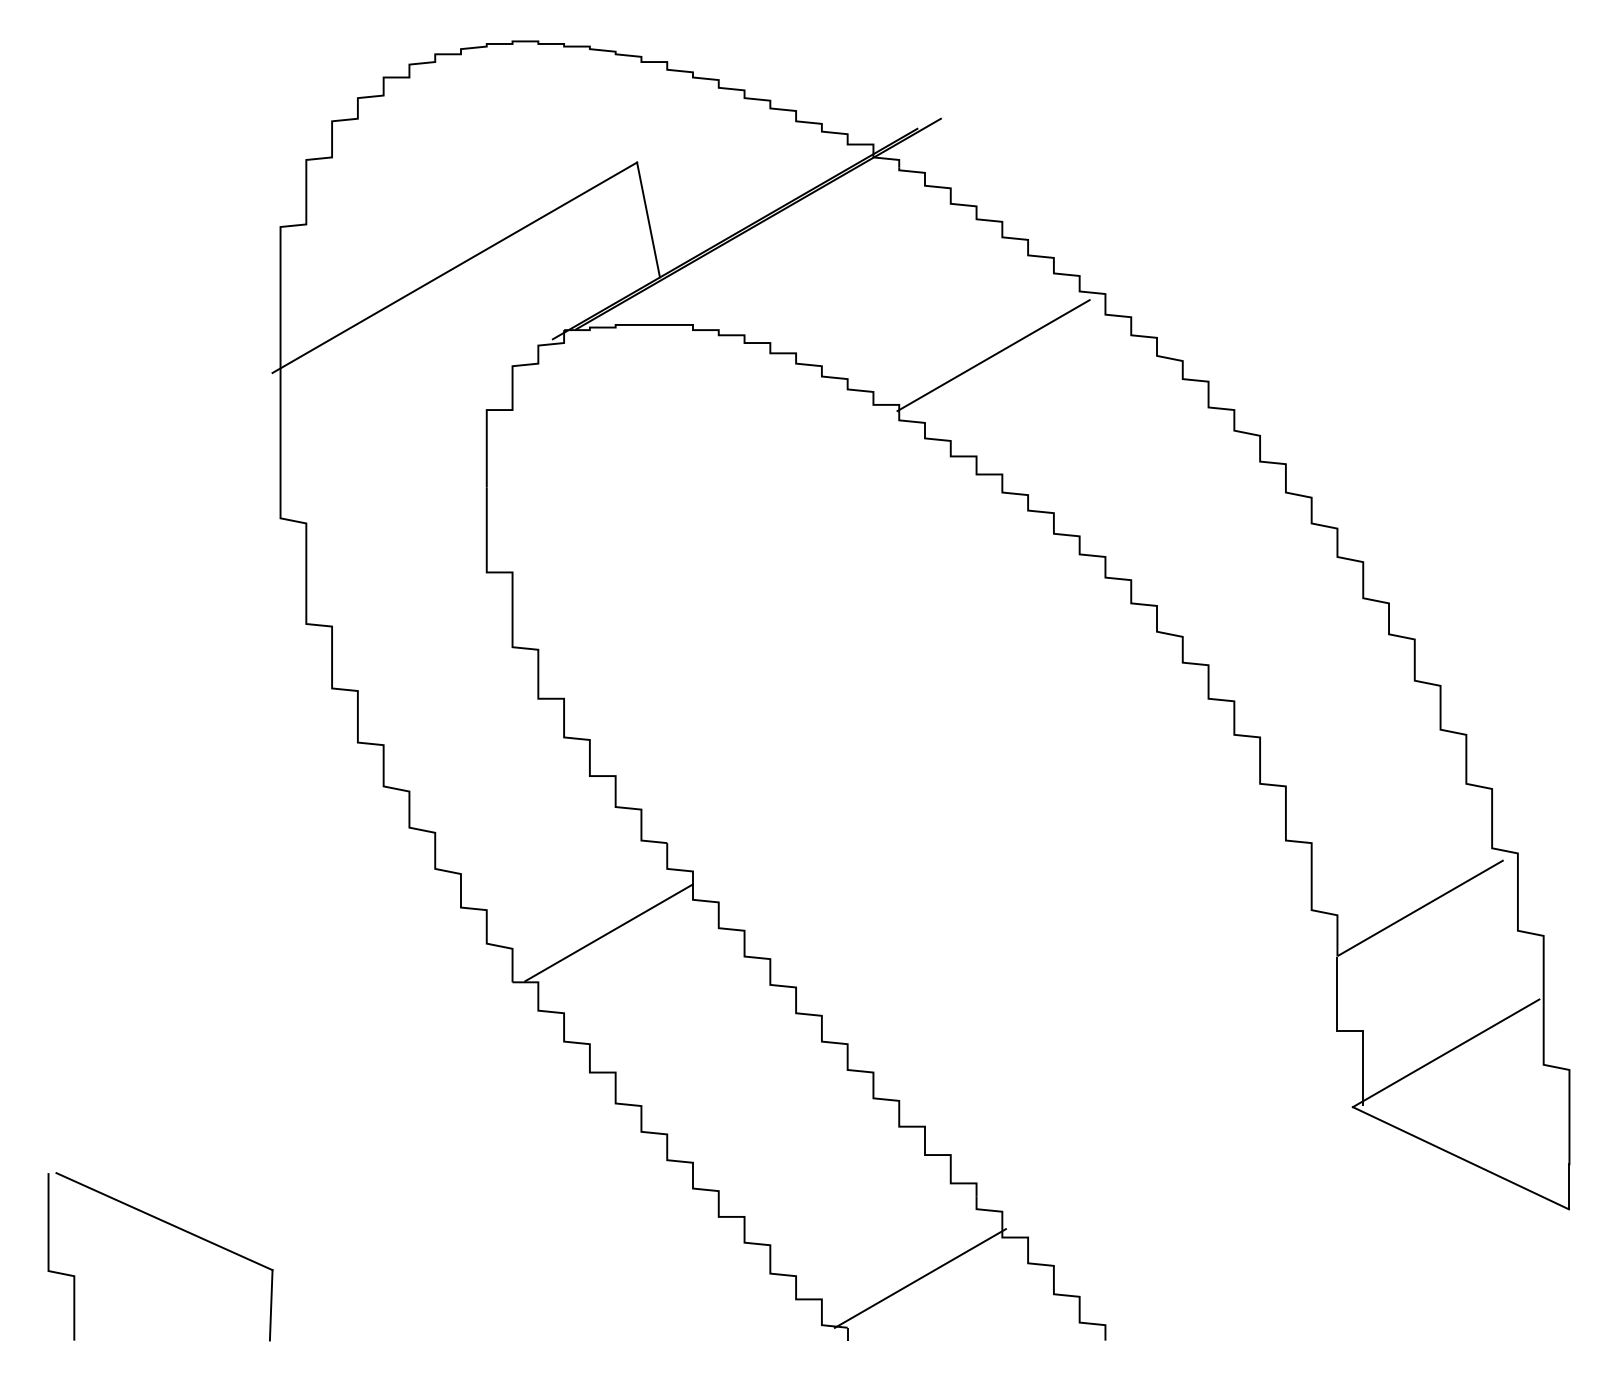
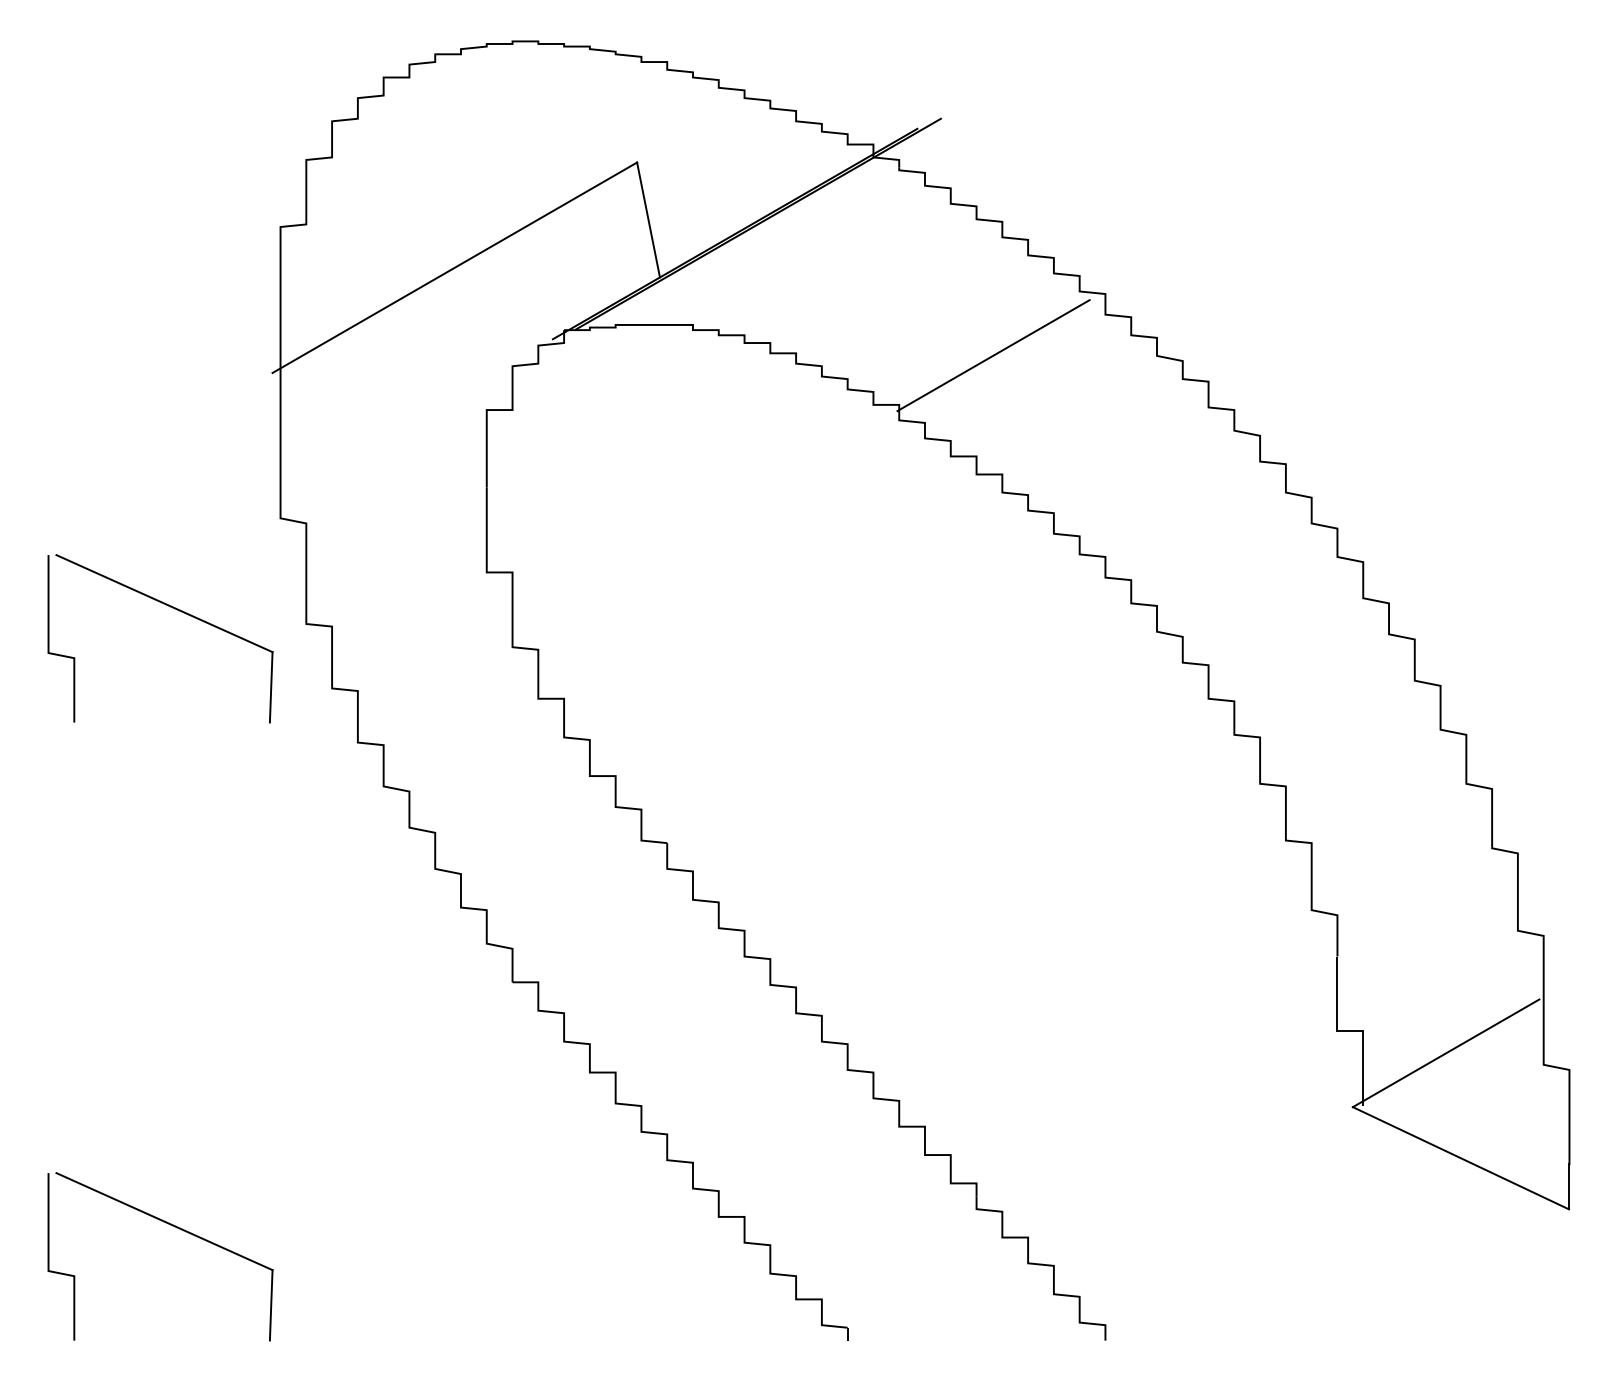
part at (174, 609): none -> present
line at (1420, 907): present -> none
line at (608, 932): present -> none
line at (919, 1278): present -> none
